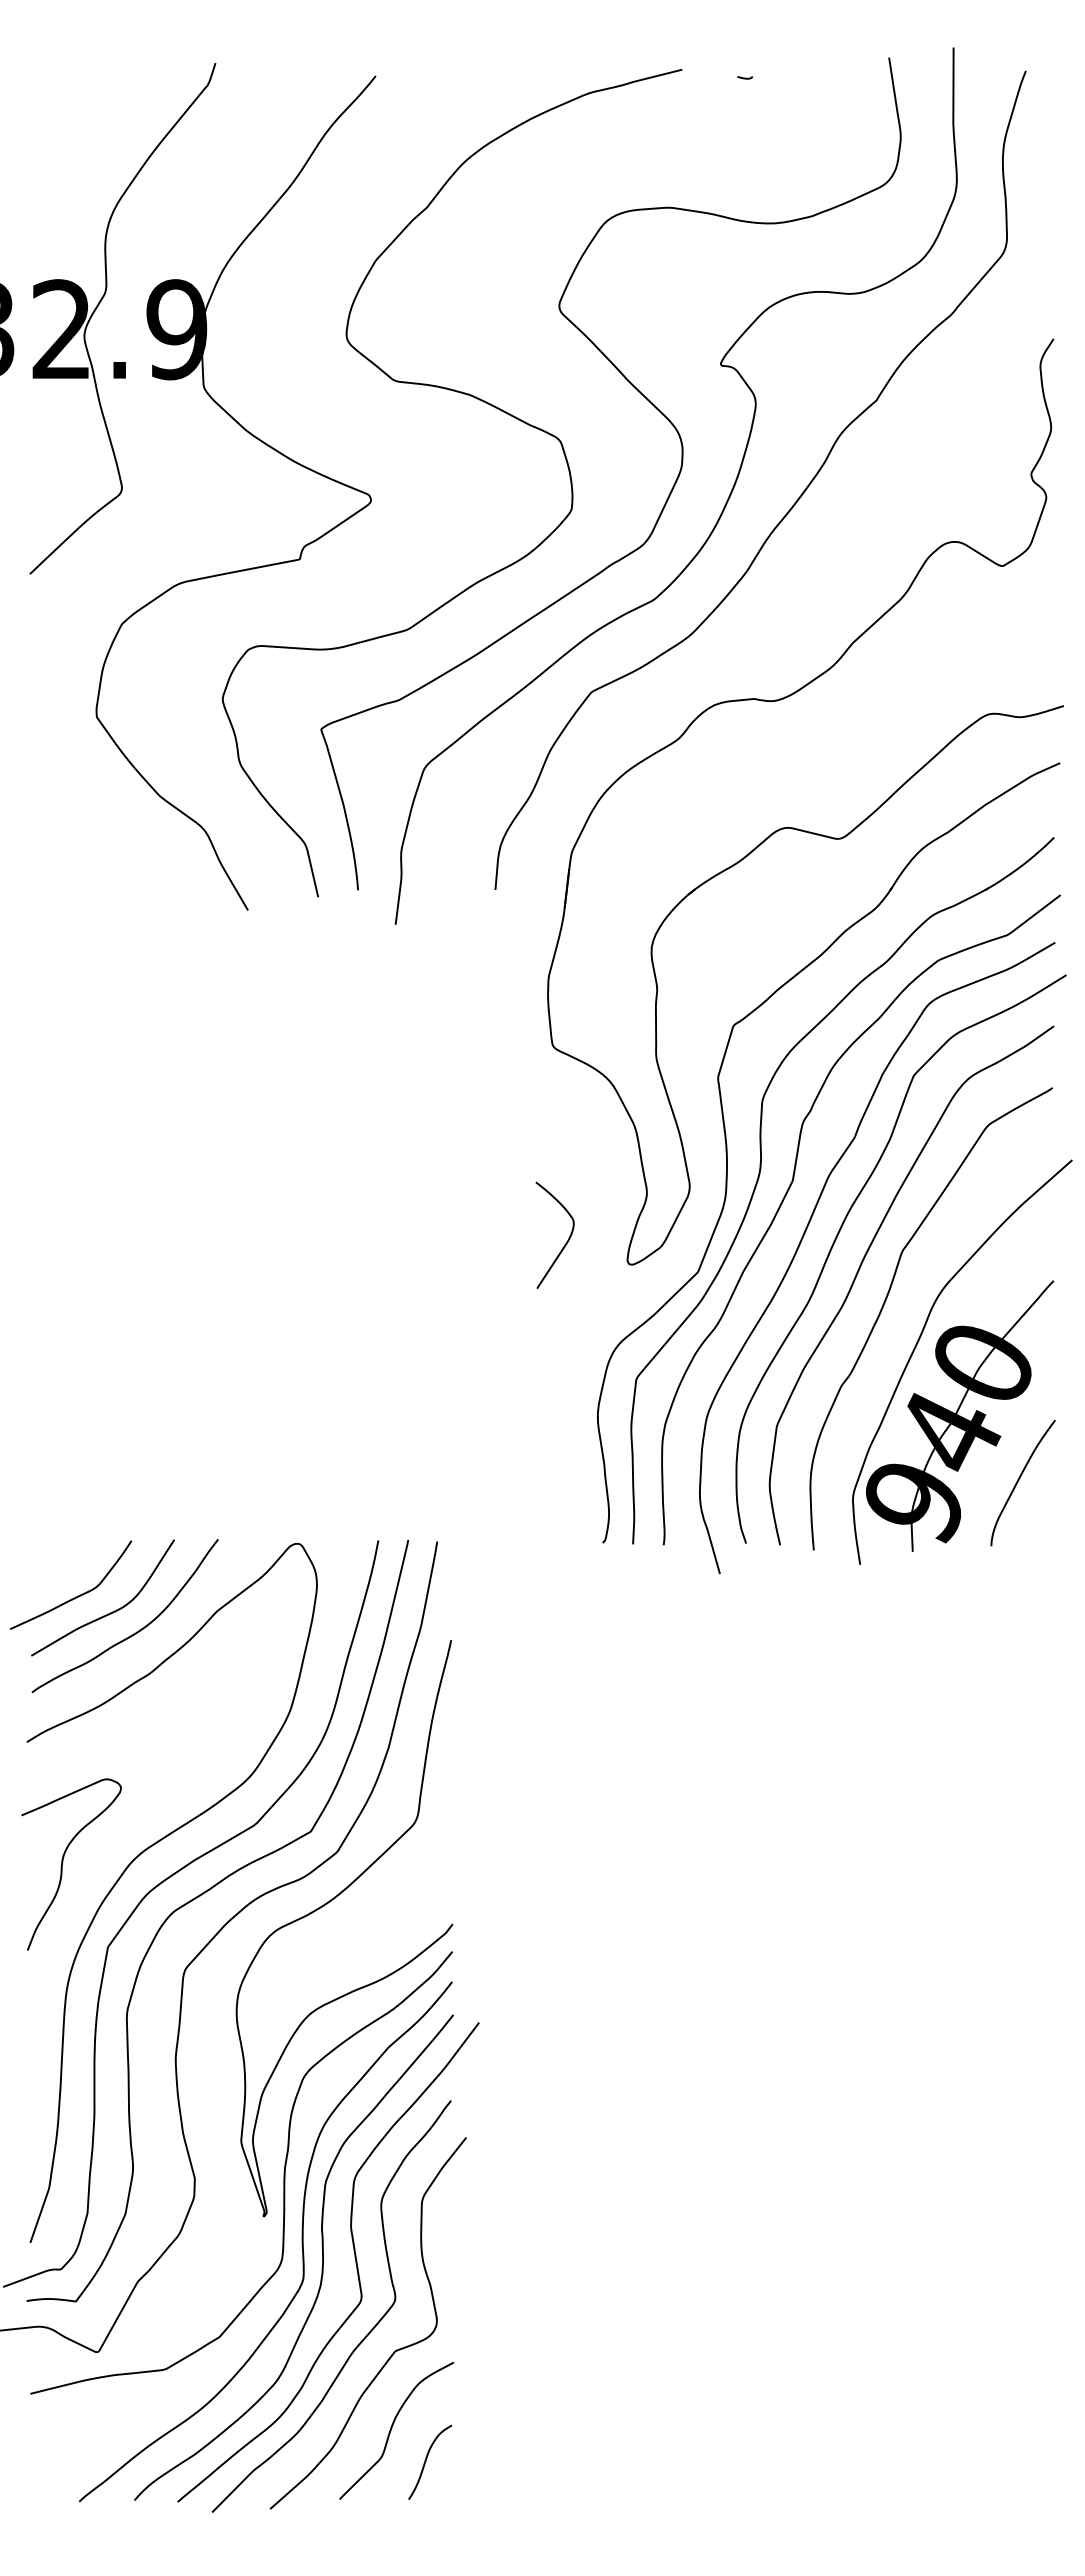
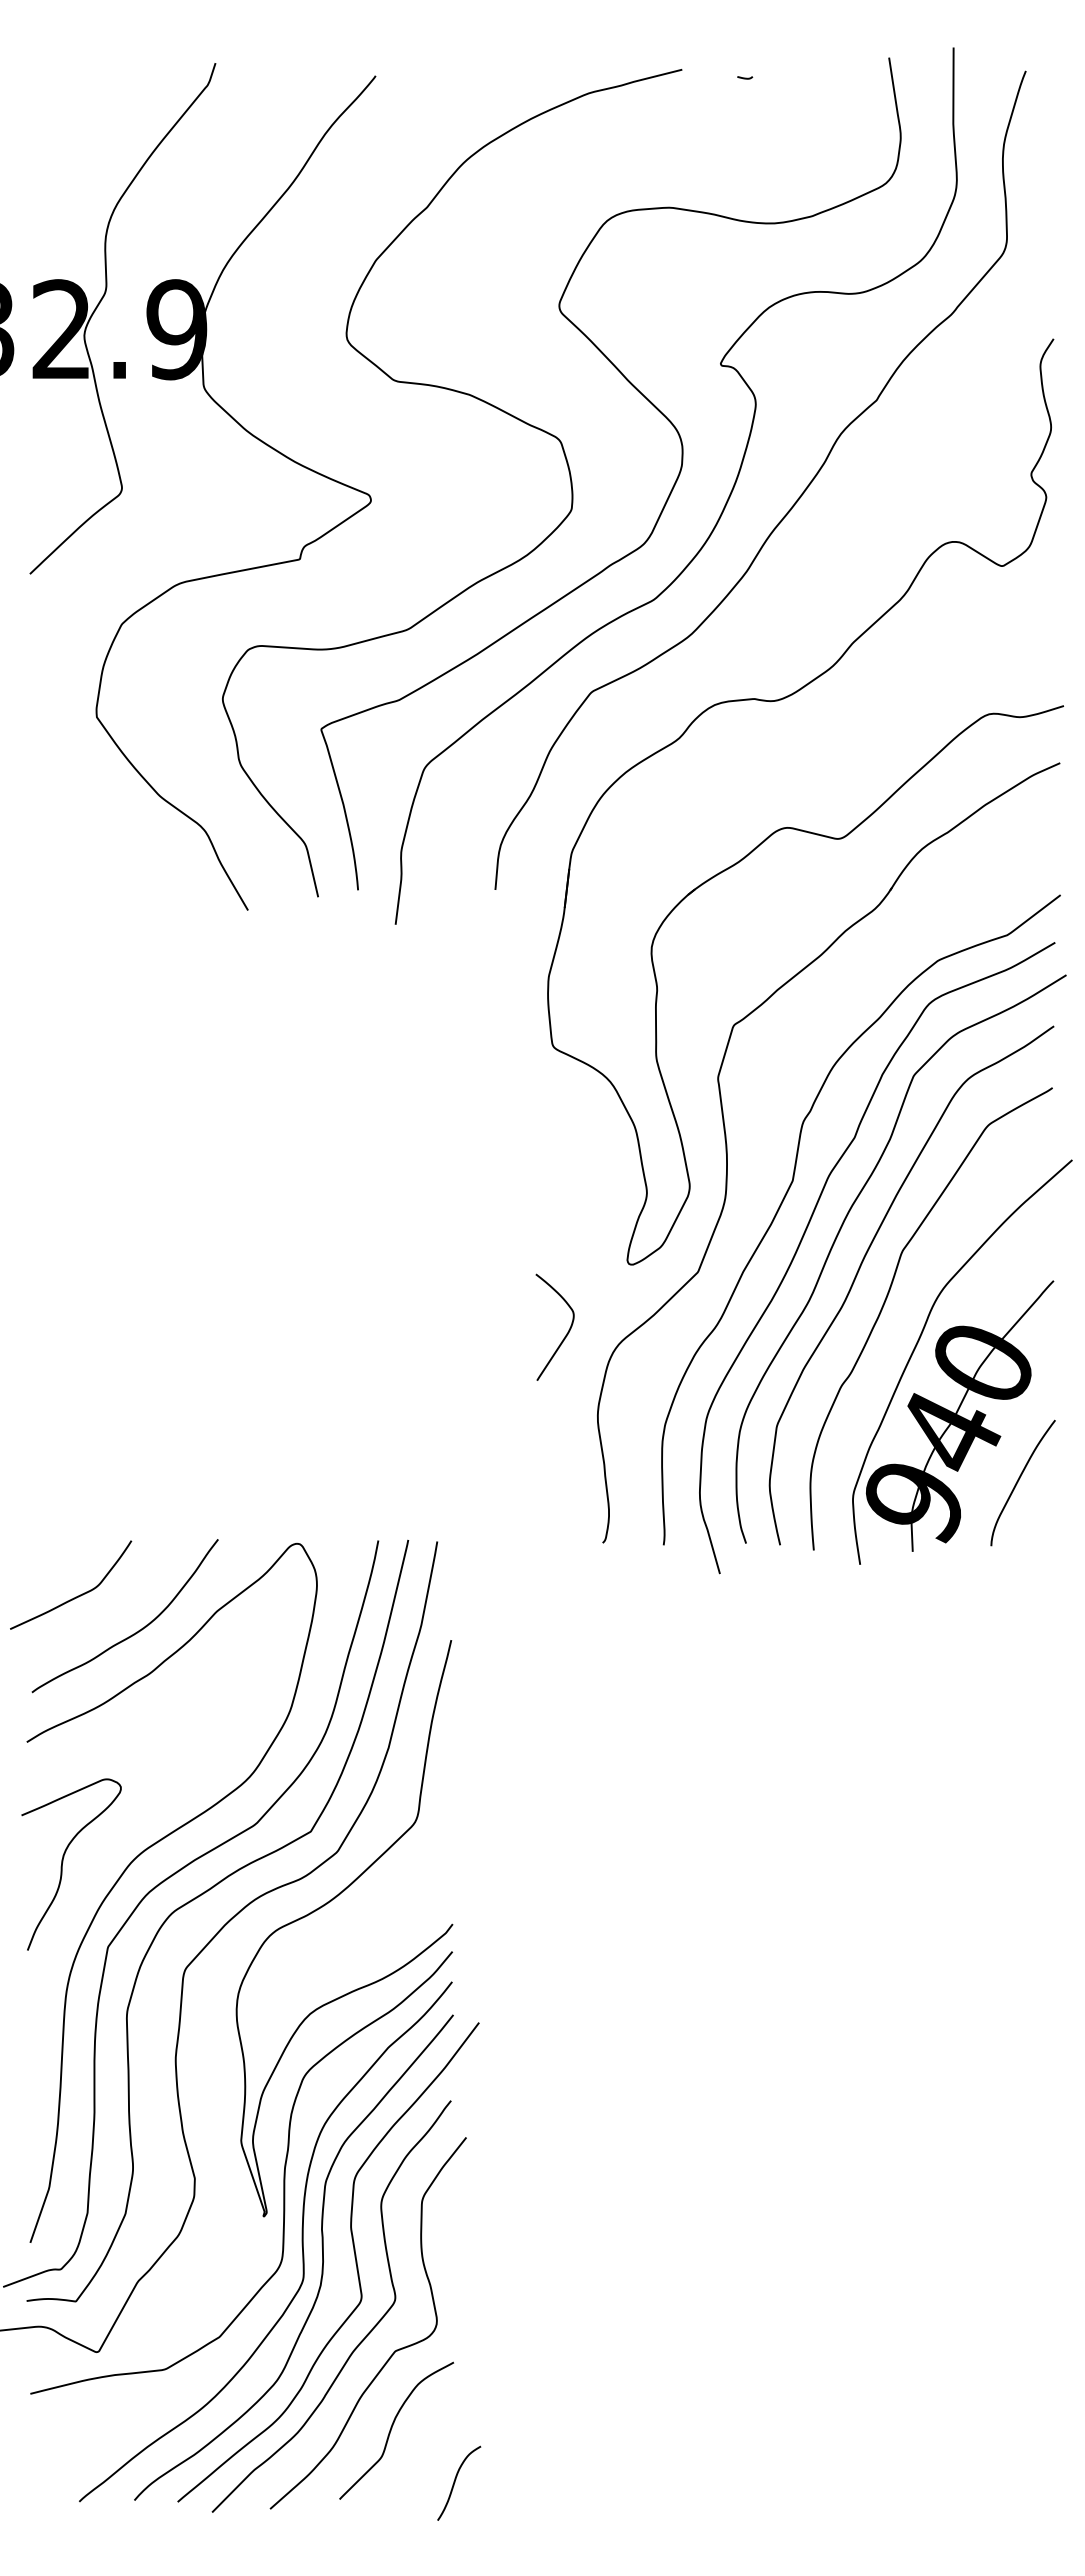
part at (760, 1174): present -> none
curve at (566, 1241) position: (566, 1241) -> (566, 1333)
curve at (110, 1612): present -> none
curve at (426, 2461) position: (426, 2461) -> (455, 2482)
